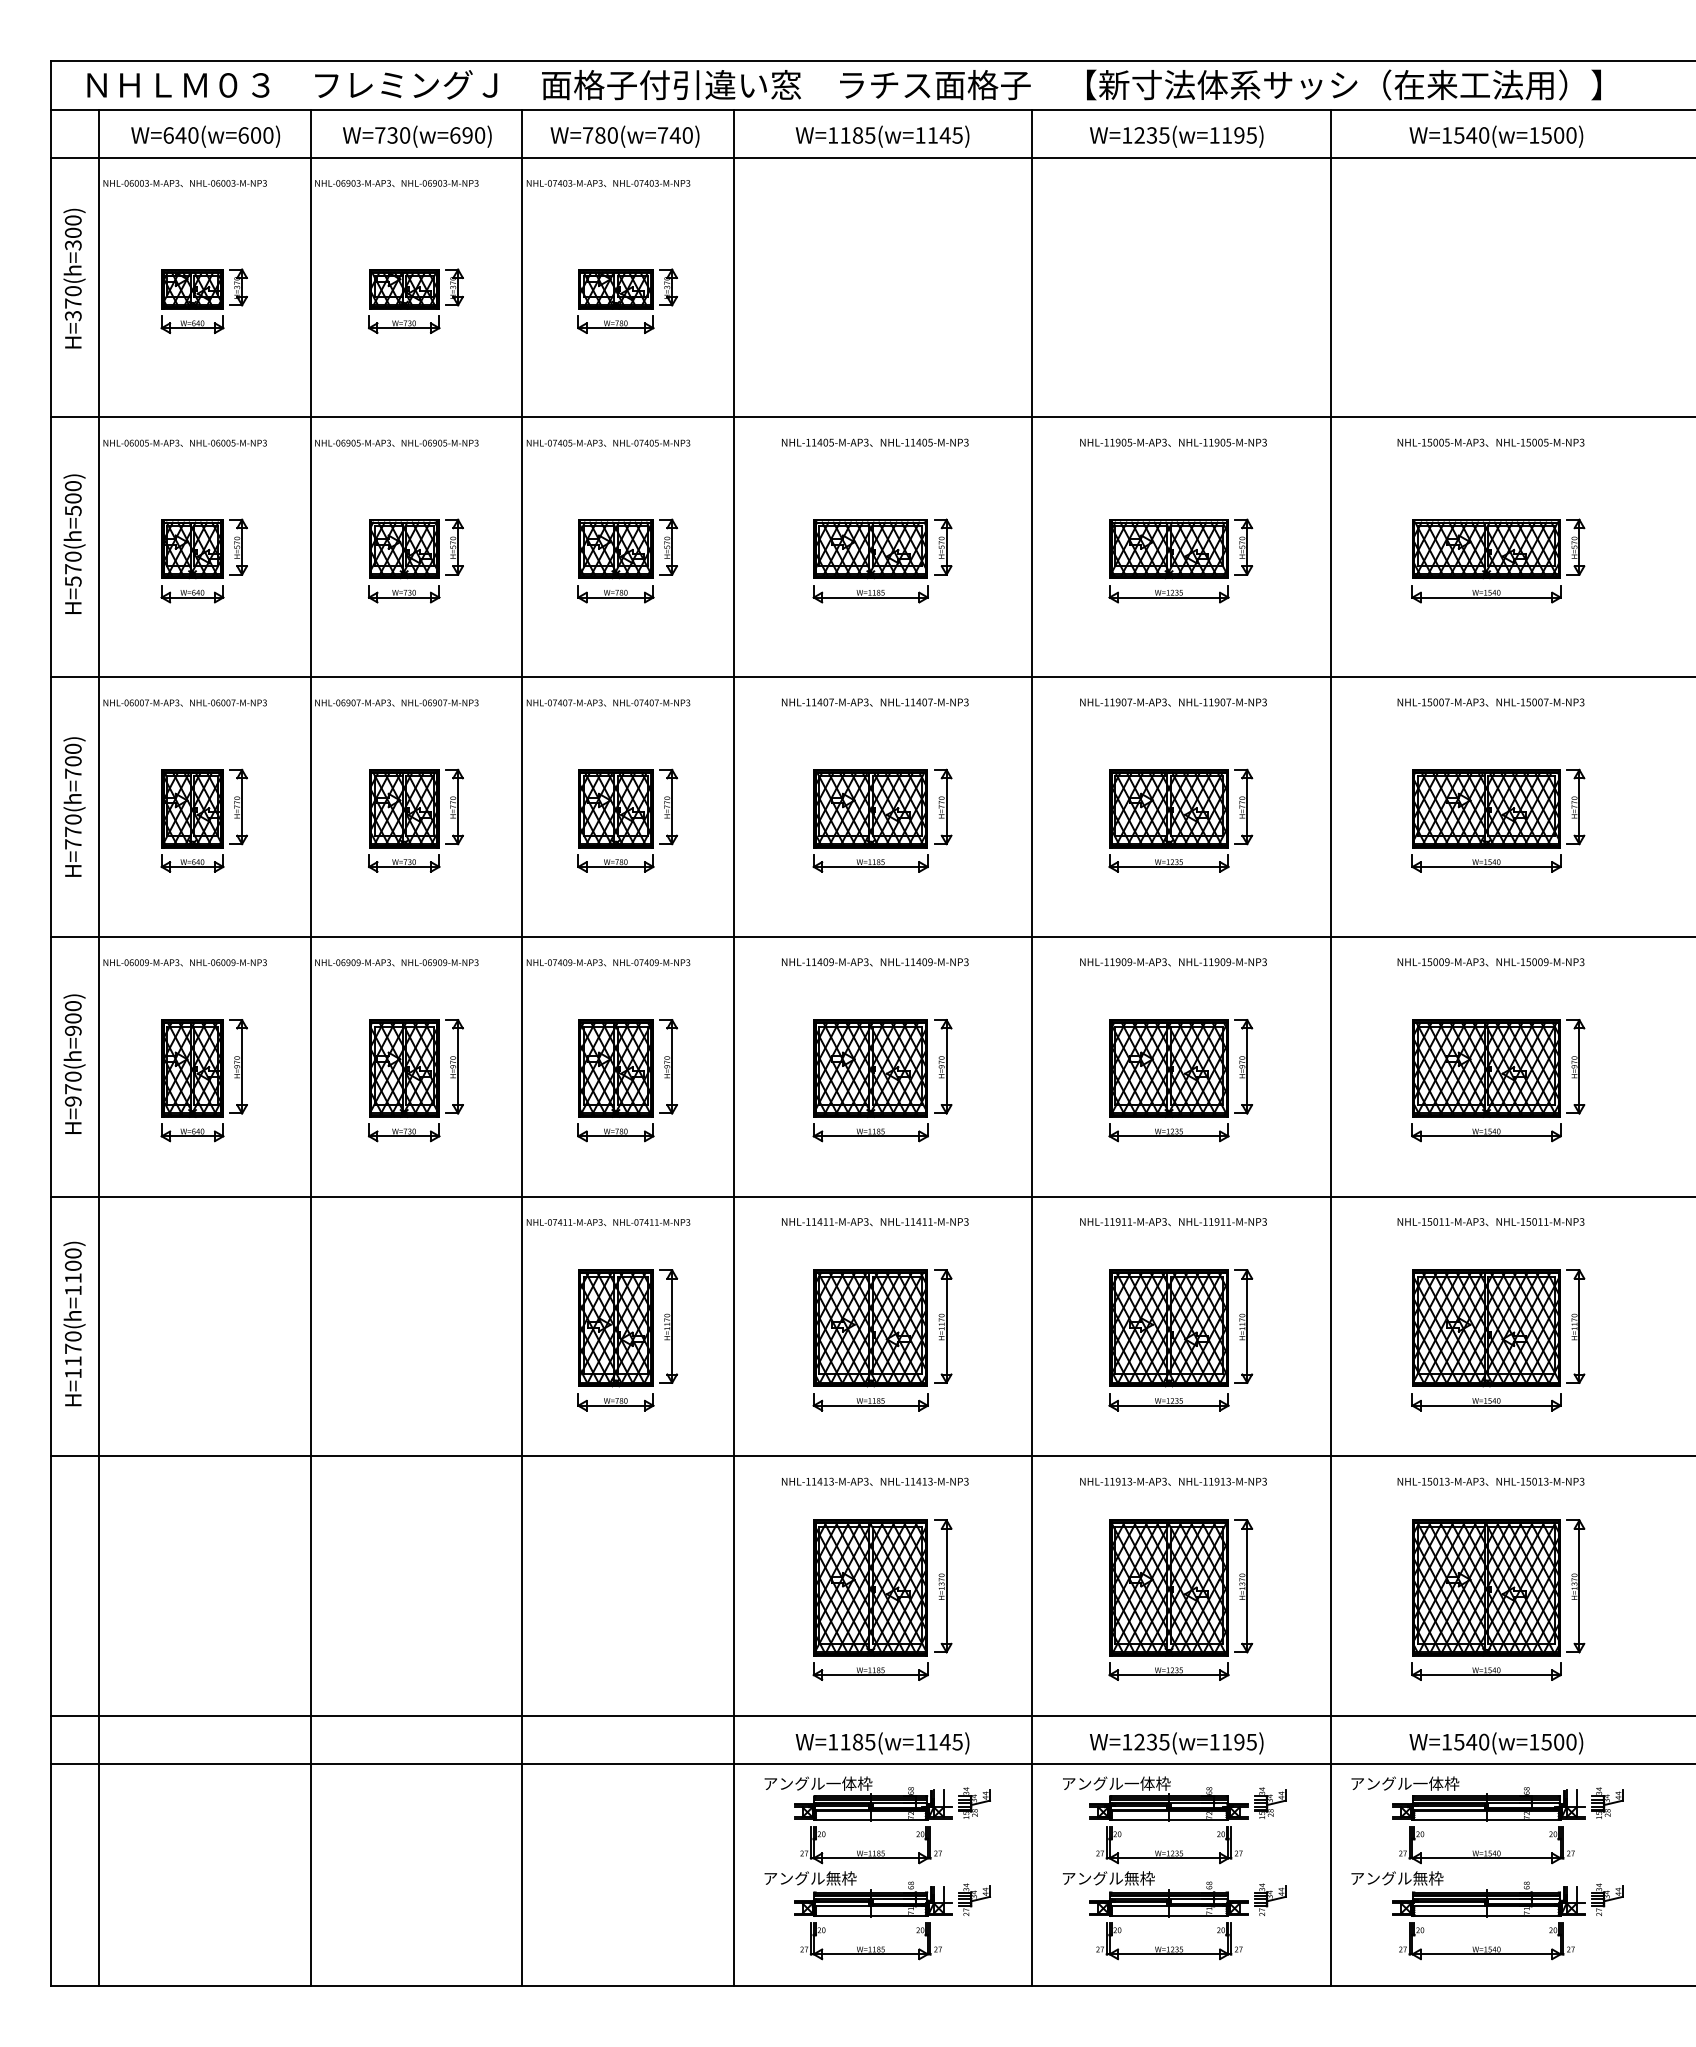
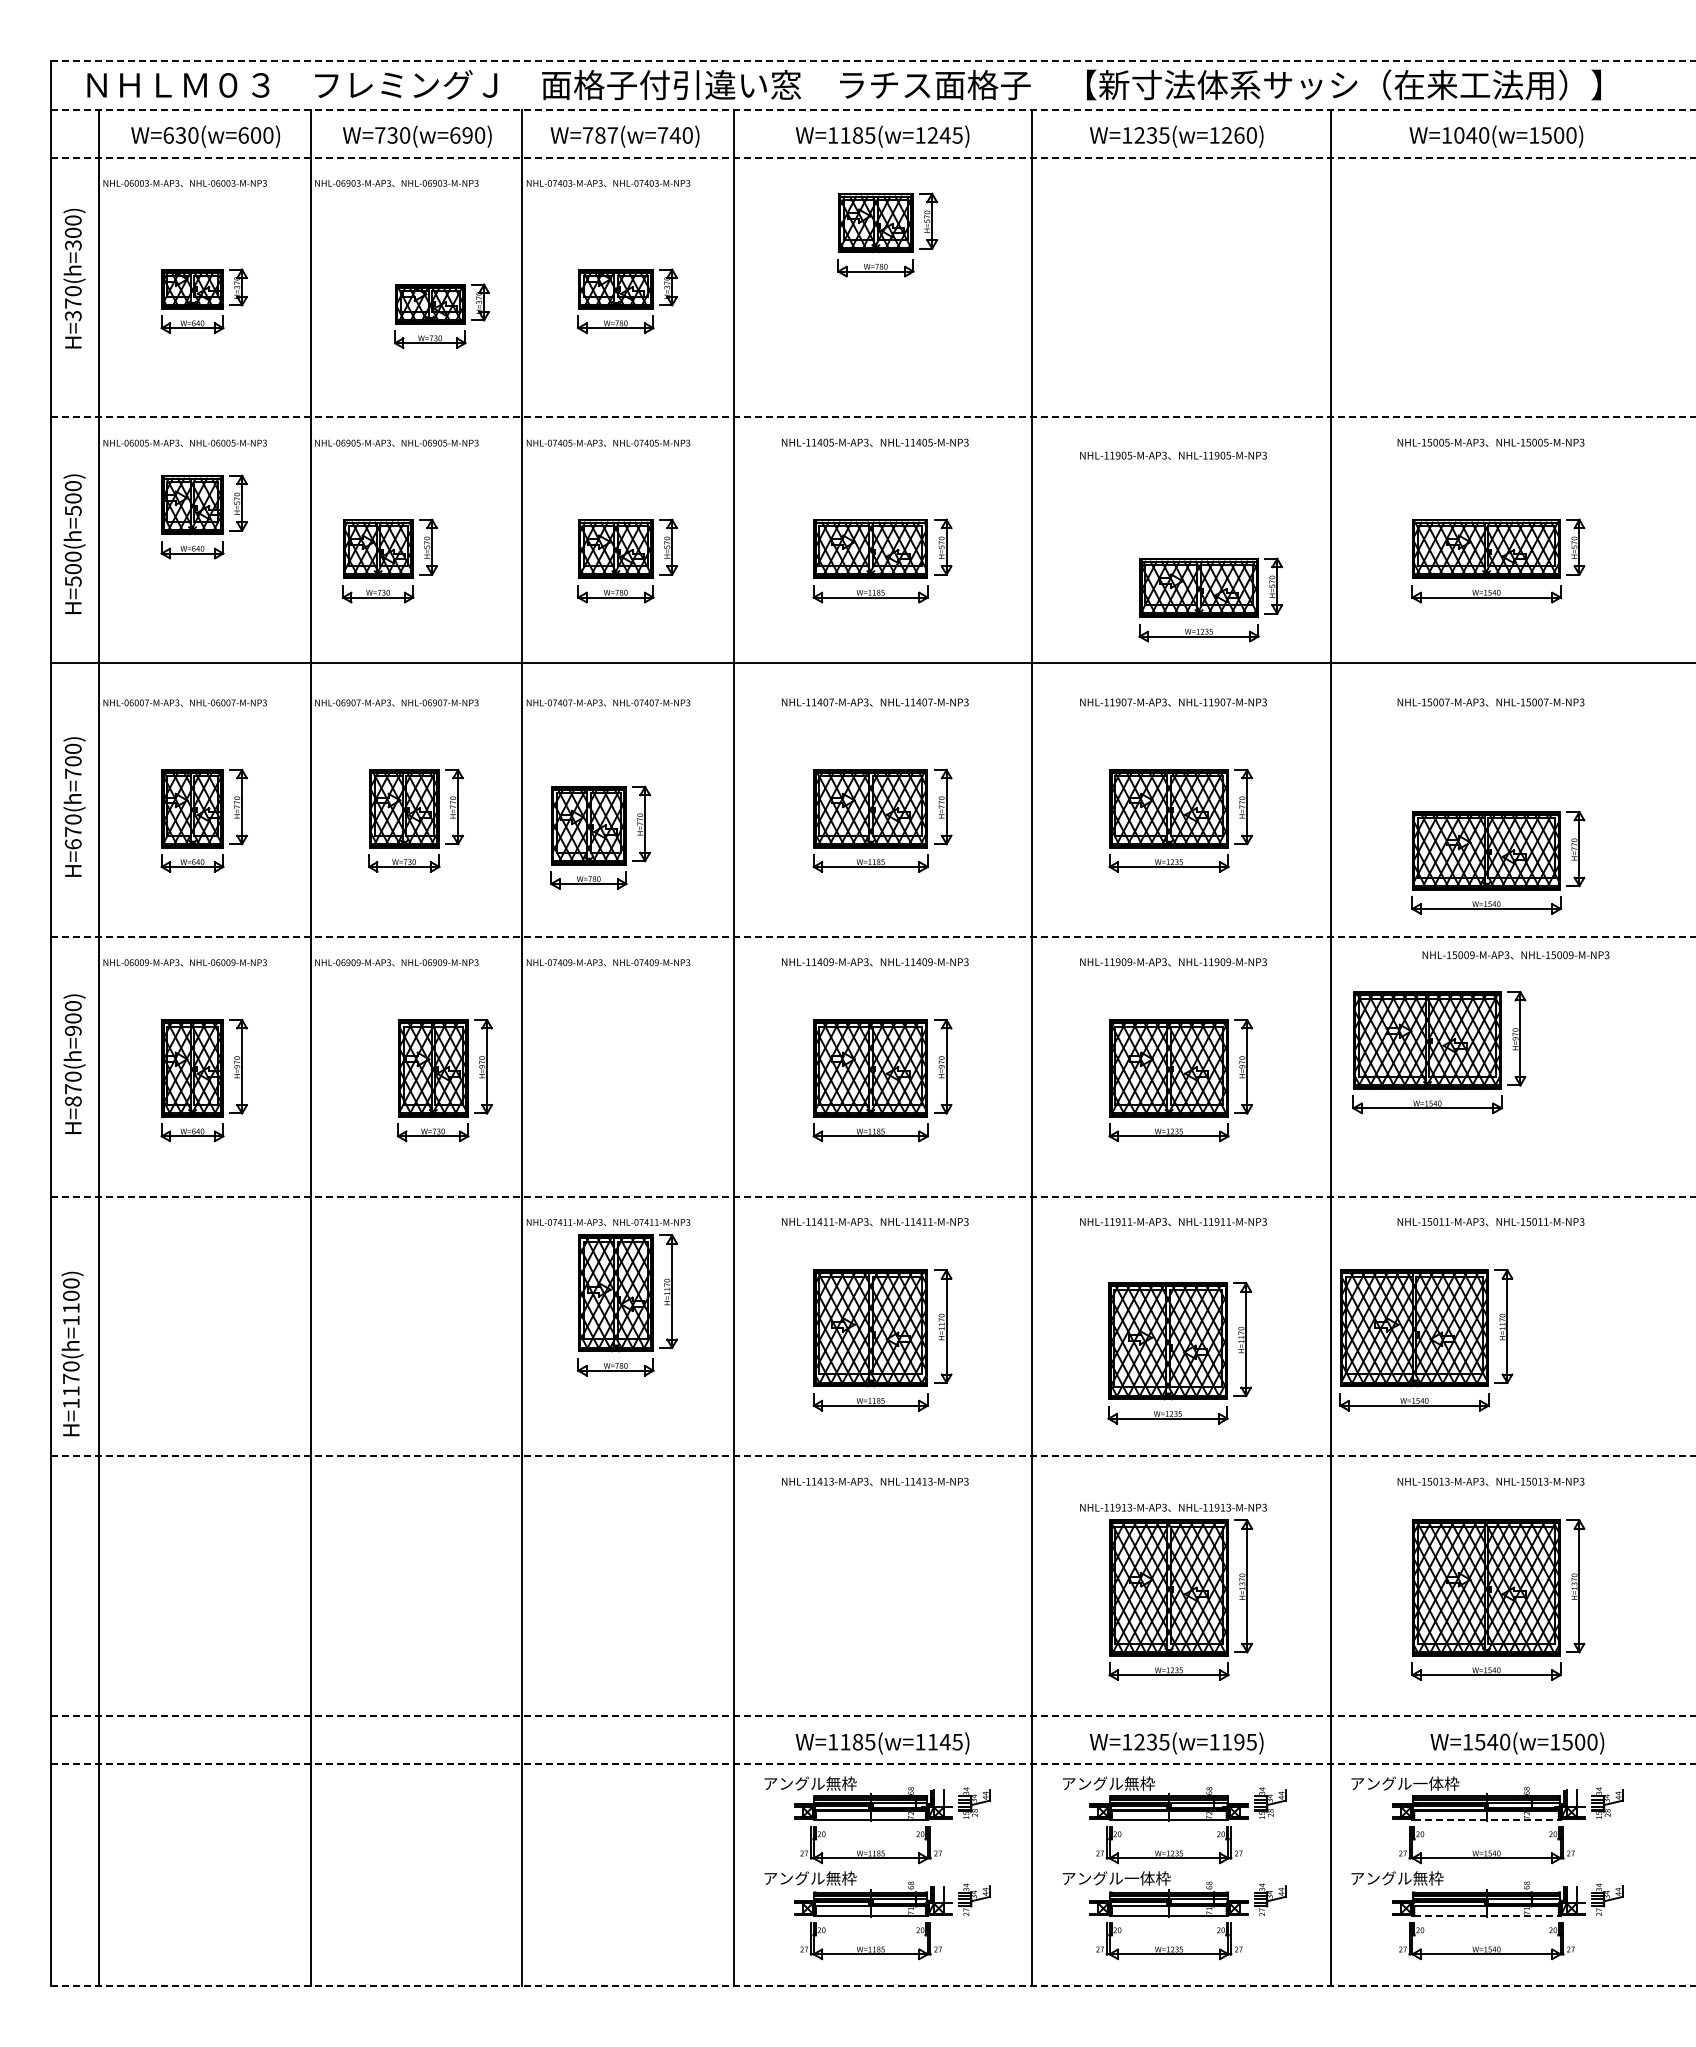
line at (873, 61): solid -> dashed
line at (873, 109): solid -> dashed
text at (180, 135): W=640(w=600) -> W=630(w=600)
text at (612, 135): W=780(w=740) -> W=787(w=740)
text at (932, 135): W=1185(w=1145) -> W=1185(w=1245)
text at (1239, 135): W=1235(w=1195) -> W=1235(w=1260)
text at (1459, 135): W=1540(w=1500) -> W=1040(w=1500)
line at (873, 157): solid -> dashed
part at (887, 234): none -> present
part at (415, 300) position: (415, 300) -> (441, 315)
line at (873, 417): solid -> dashed
text at (1173, 442) position: (1173, 442) -> (1173, 455)
part at (203, 560) position: (203, 560) -> (203, 516)
part at (415, 560) position: (415, 560) -> (389, 560)
part at (1180, 560) position: (1180, 560) -> (1210, 599)
text at (73, 569): H=570(h=500) -> H=500(h=500)
line at (871, 677) position: (871, 677) -> (871, 663)
part at (627, 820) position: (627, 820) -> (600, 837)
part at (1498, 820) position: (1498, 820) -> (1498, 862)
text at (72, 844): H=770(h=700) -> H=670(h=700)
line at (873, 936): solid -> dashed
text at (1490, 962) position: (1490, 962) -> (1515, 955)
part at (415, 1080) position: (415, 1080) -> (444, 1080)
part at (627, 1080): present -> none
part at (1498, 1080) position: (1498, 1080) -> (1439, 1052)
text at (73, 1101): H=970(h=900) -> H=870(h=900)
line at (873, 1196): solid -> dashed
text at (74, 1323) position: (74, 1323) -> (72, 1353)
part at (627, 1340) position: (627, 1340) -> (627, 1305)
part at (1180, 1340) position: (1180, 1340) -> (1179, 1353)
part at (1498, 1340) position: (1498, 1340) -> (1426, 1340)
line at (873, 1456): solid -> dashed
text at (1173, 1481) position: (1173, 1481) -> (1173, 1507)
part at (882, 1599): present -> none
line at (873, 1716): solid -> dashed
text at (1496, 1743) position: (1496, 1743) -> (1517, 1743)
line at (873, 1764): solid -> dashed
text at (849, 1783): アングル一体枠 -> アングル無枠
text at (1147, 1783): アングル一体枠 -> アングル無枠
line at (1487, 1819): solid -> dashed
text at (1147, 1878): アングル無枠 -> アングル一体枠
line at (1487, 1915): solid -> dashed
line at (873, 1985): solid -> dashed
